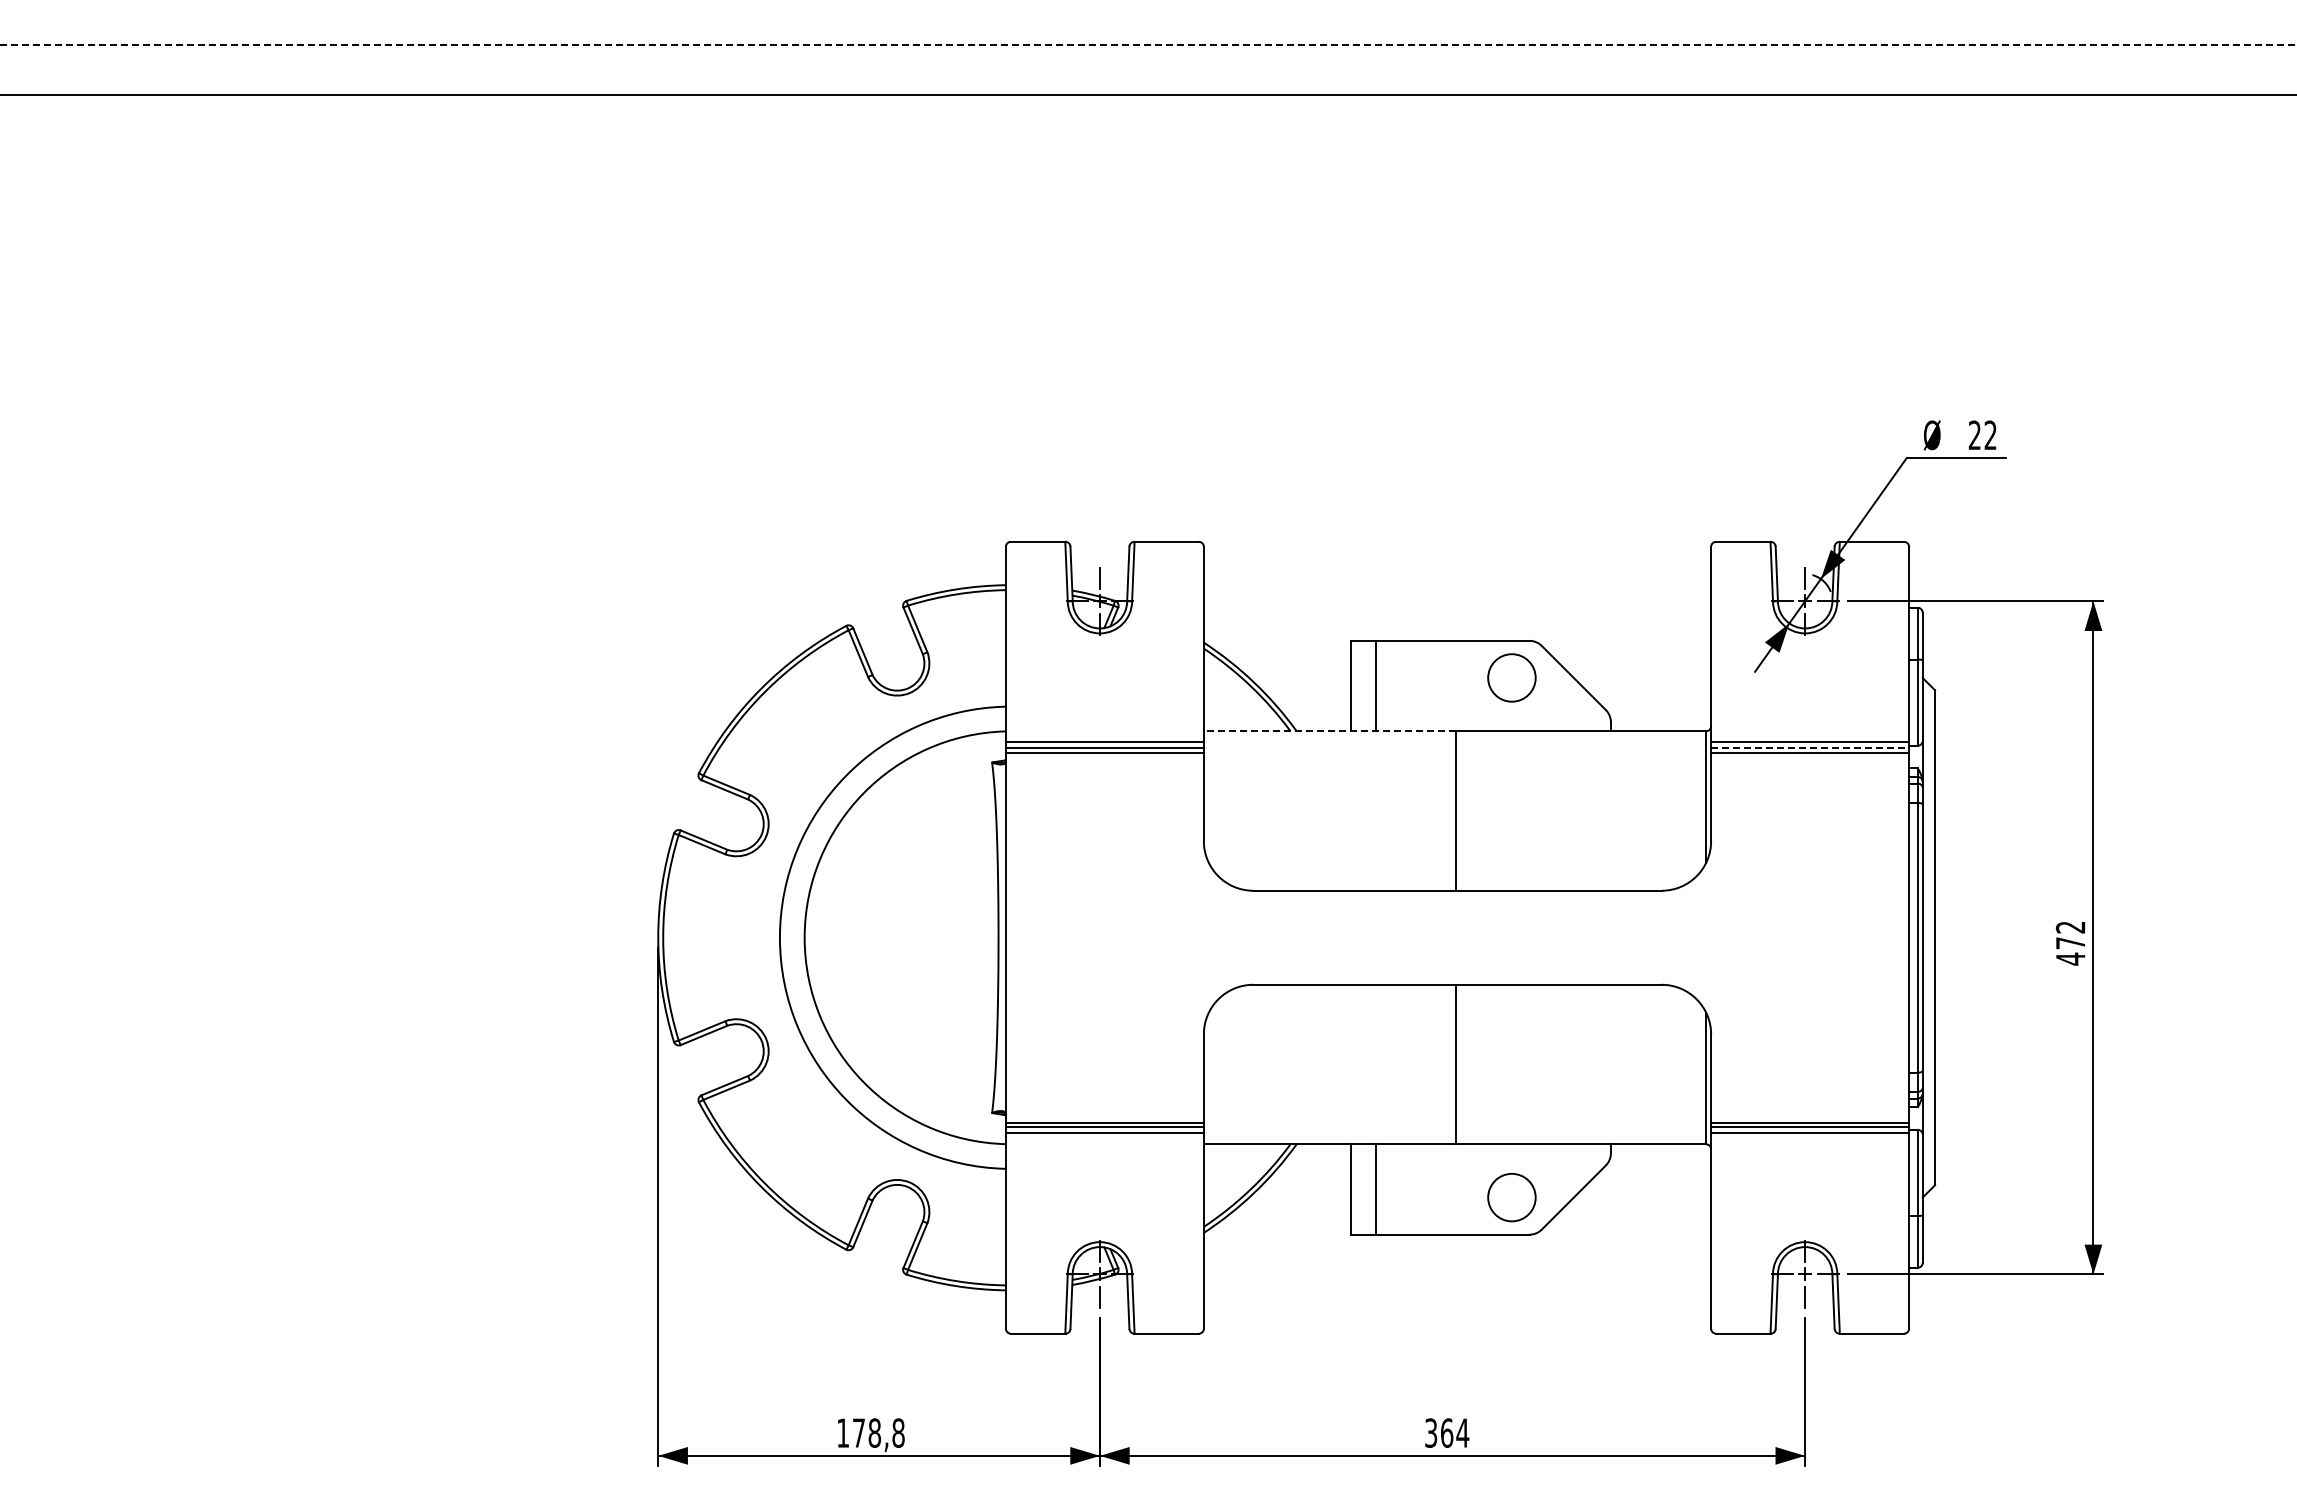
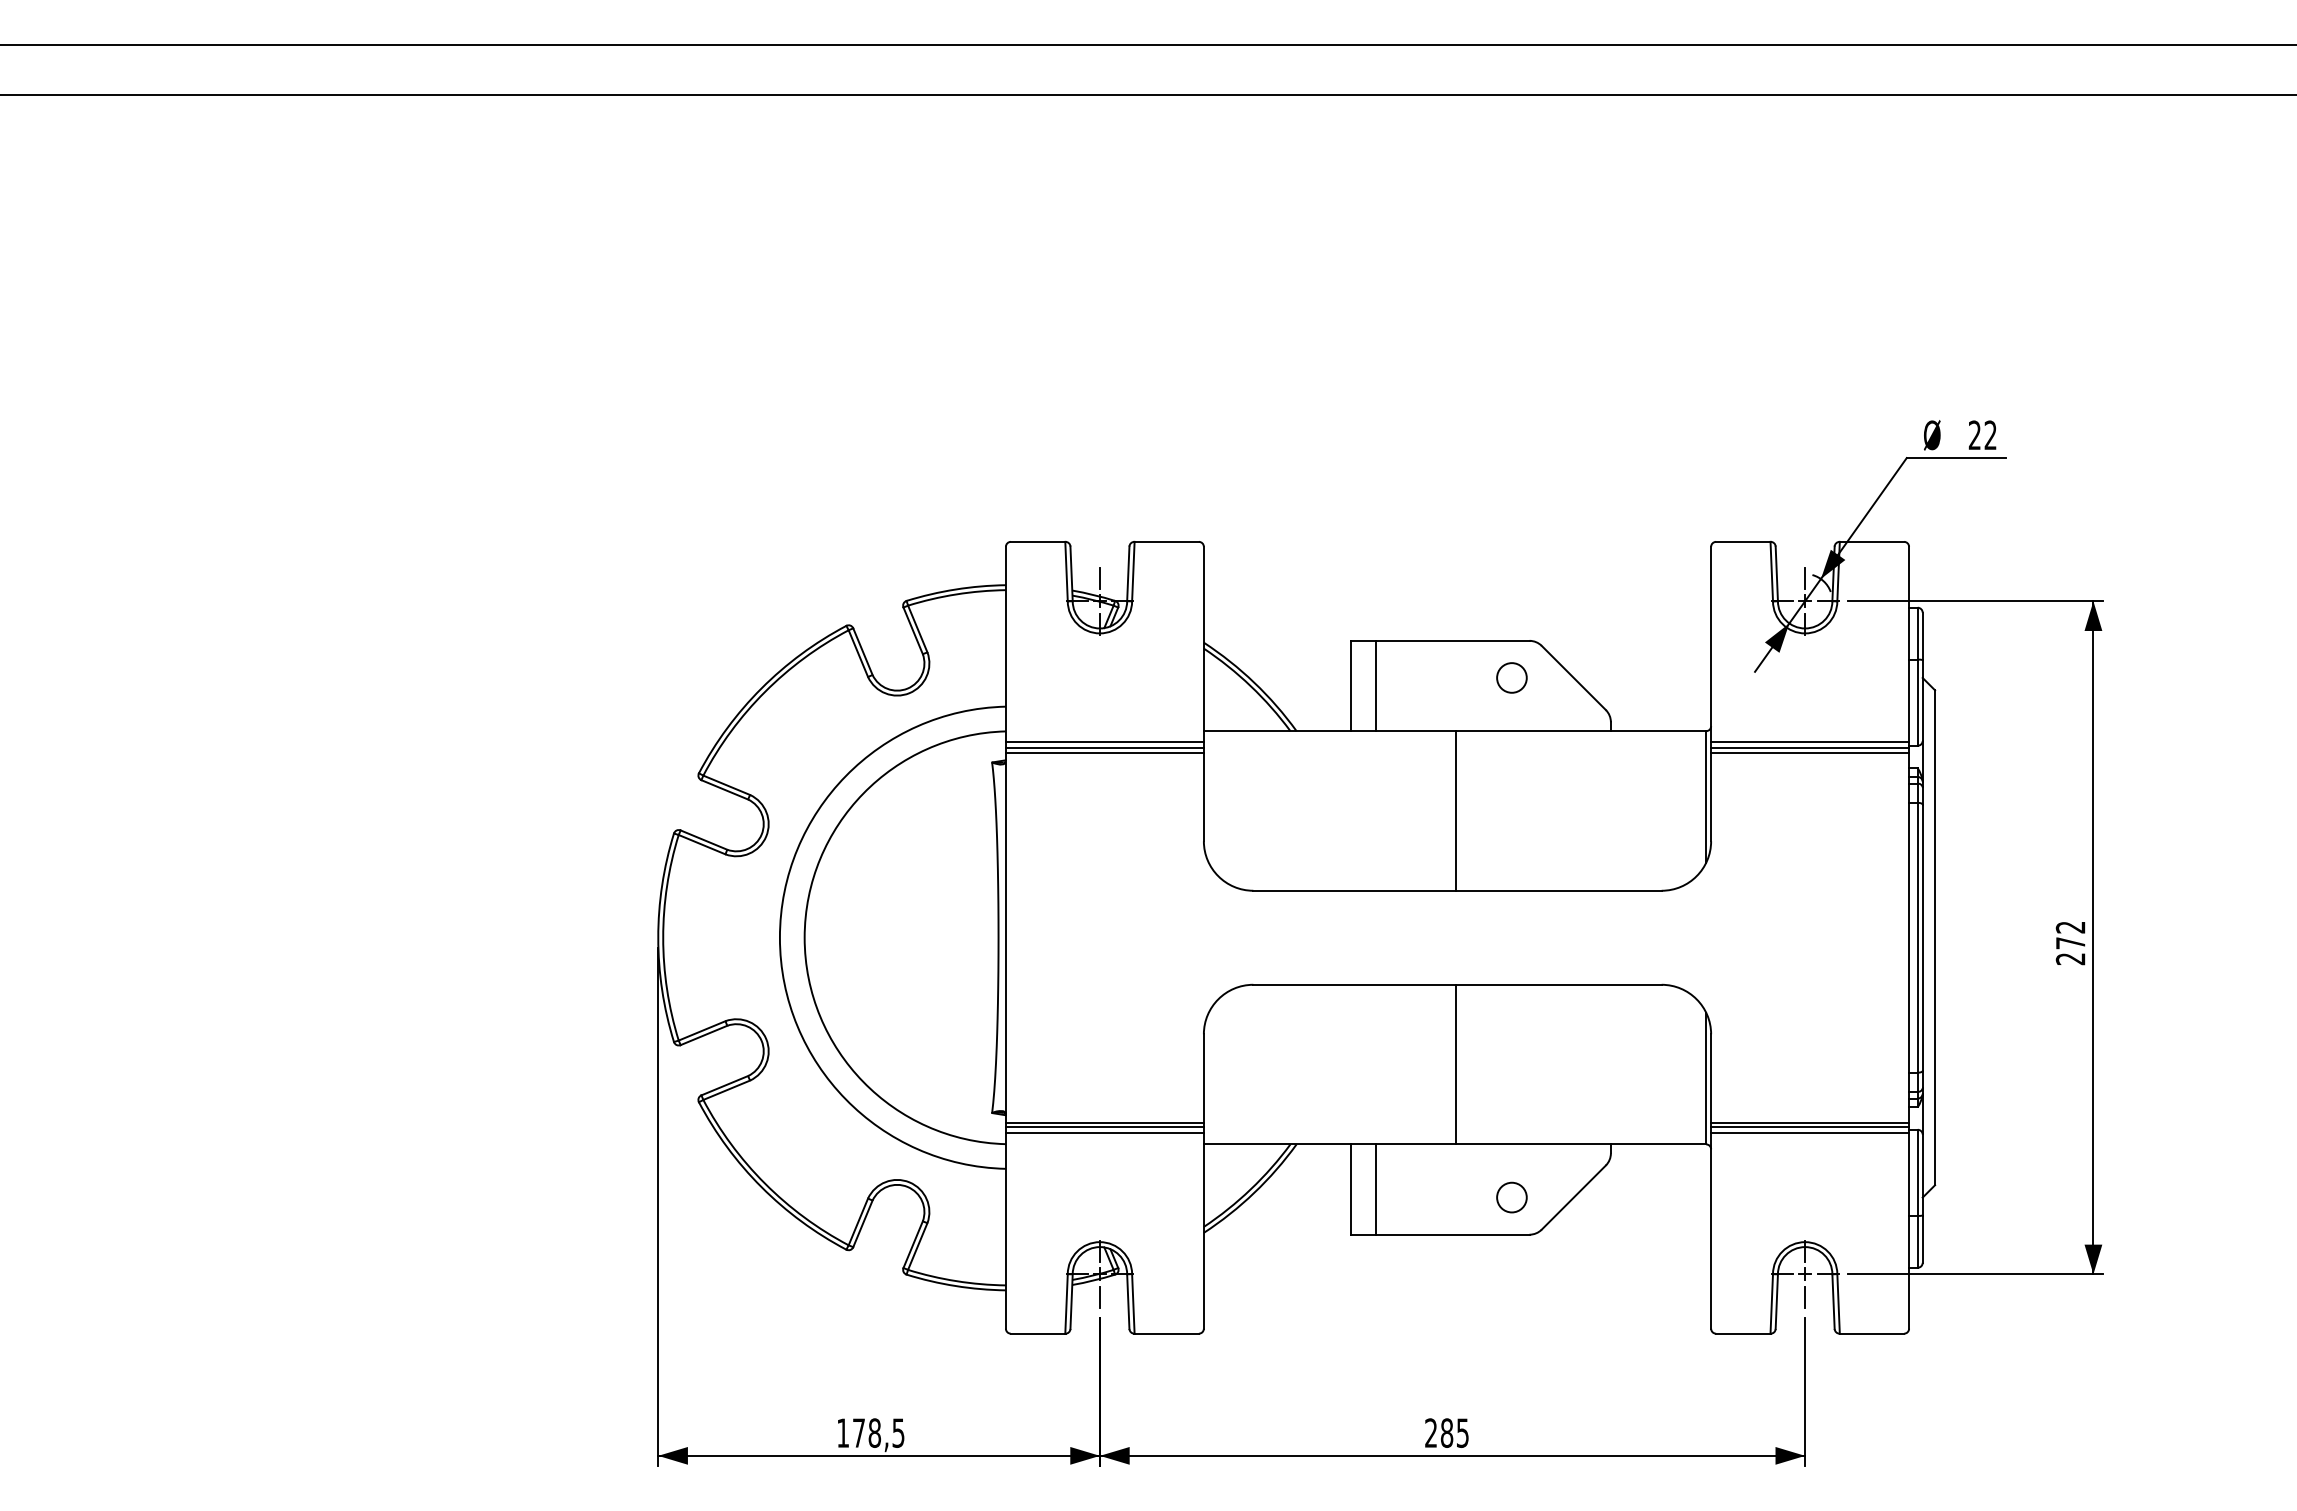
line at (1148, 45): dashed -> solid
circle at (1511, 677) diameter: 48 px -> 30 px
line at (1329, 731): dashed -> solid
line at (1810, 748): dashed -> solid
text at (2070, 958): 472 -> 272
circle at (1511, 1197) diameter: 48 px -> 30 px
text at (898, 1432): 178,8 -> 178,5
text at (1447, 1432): 364 -> 285
